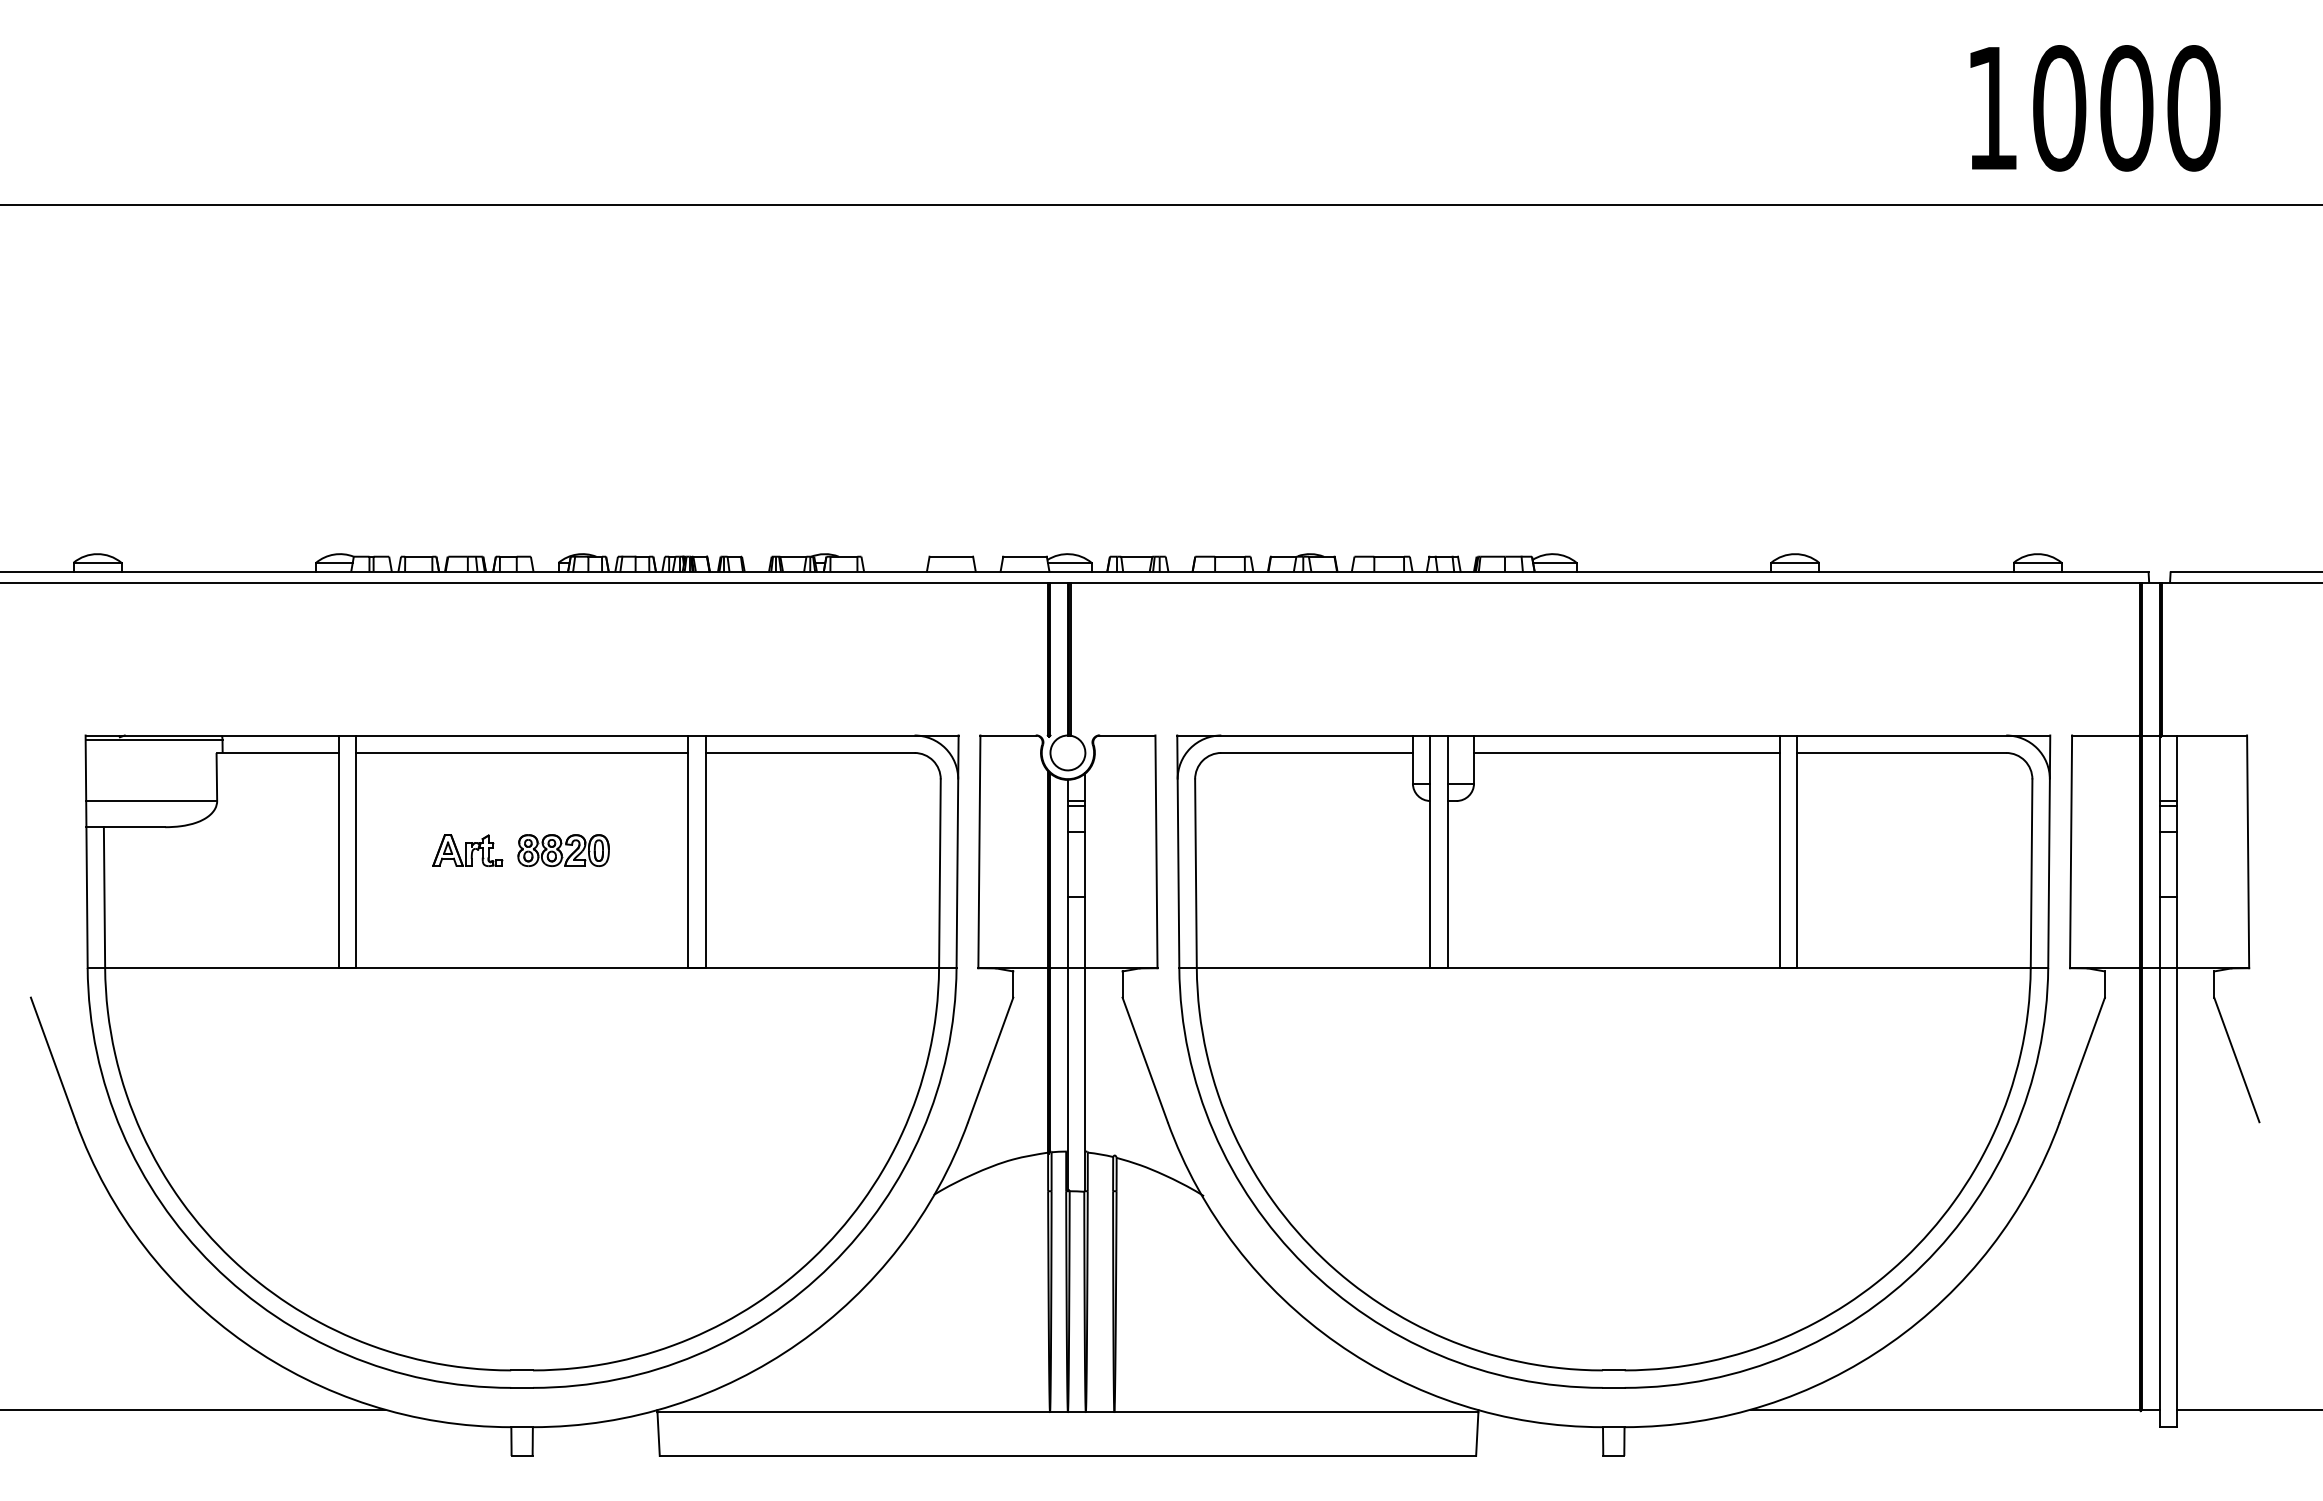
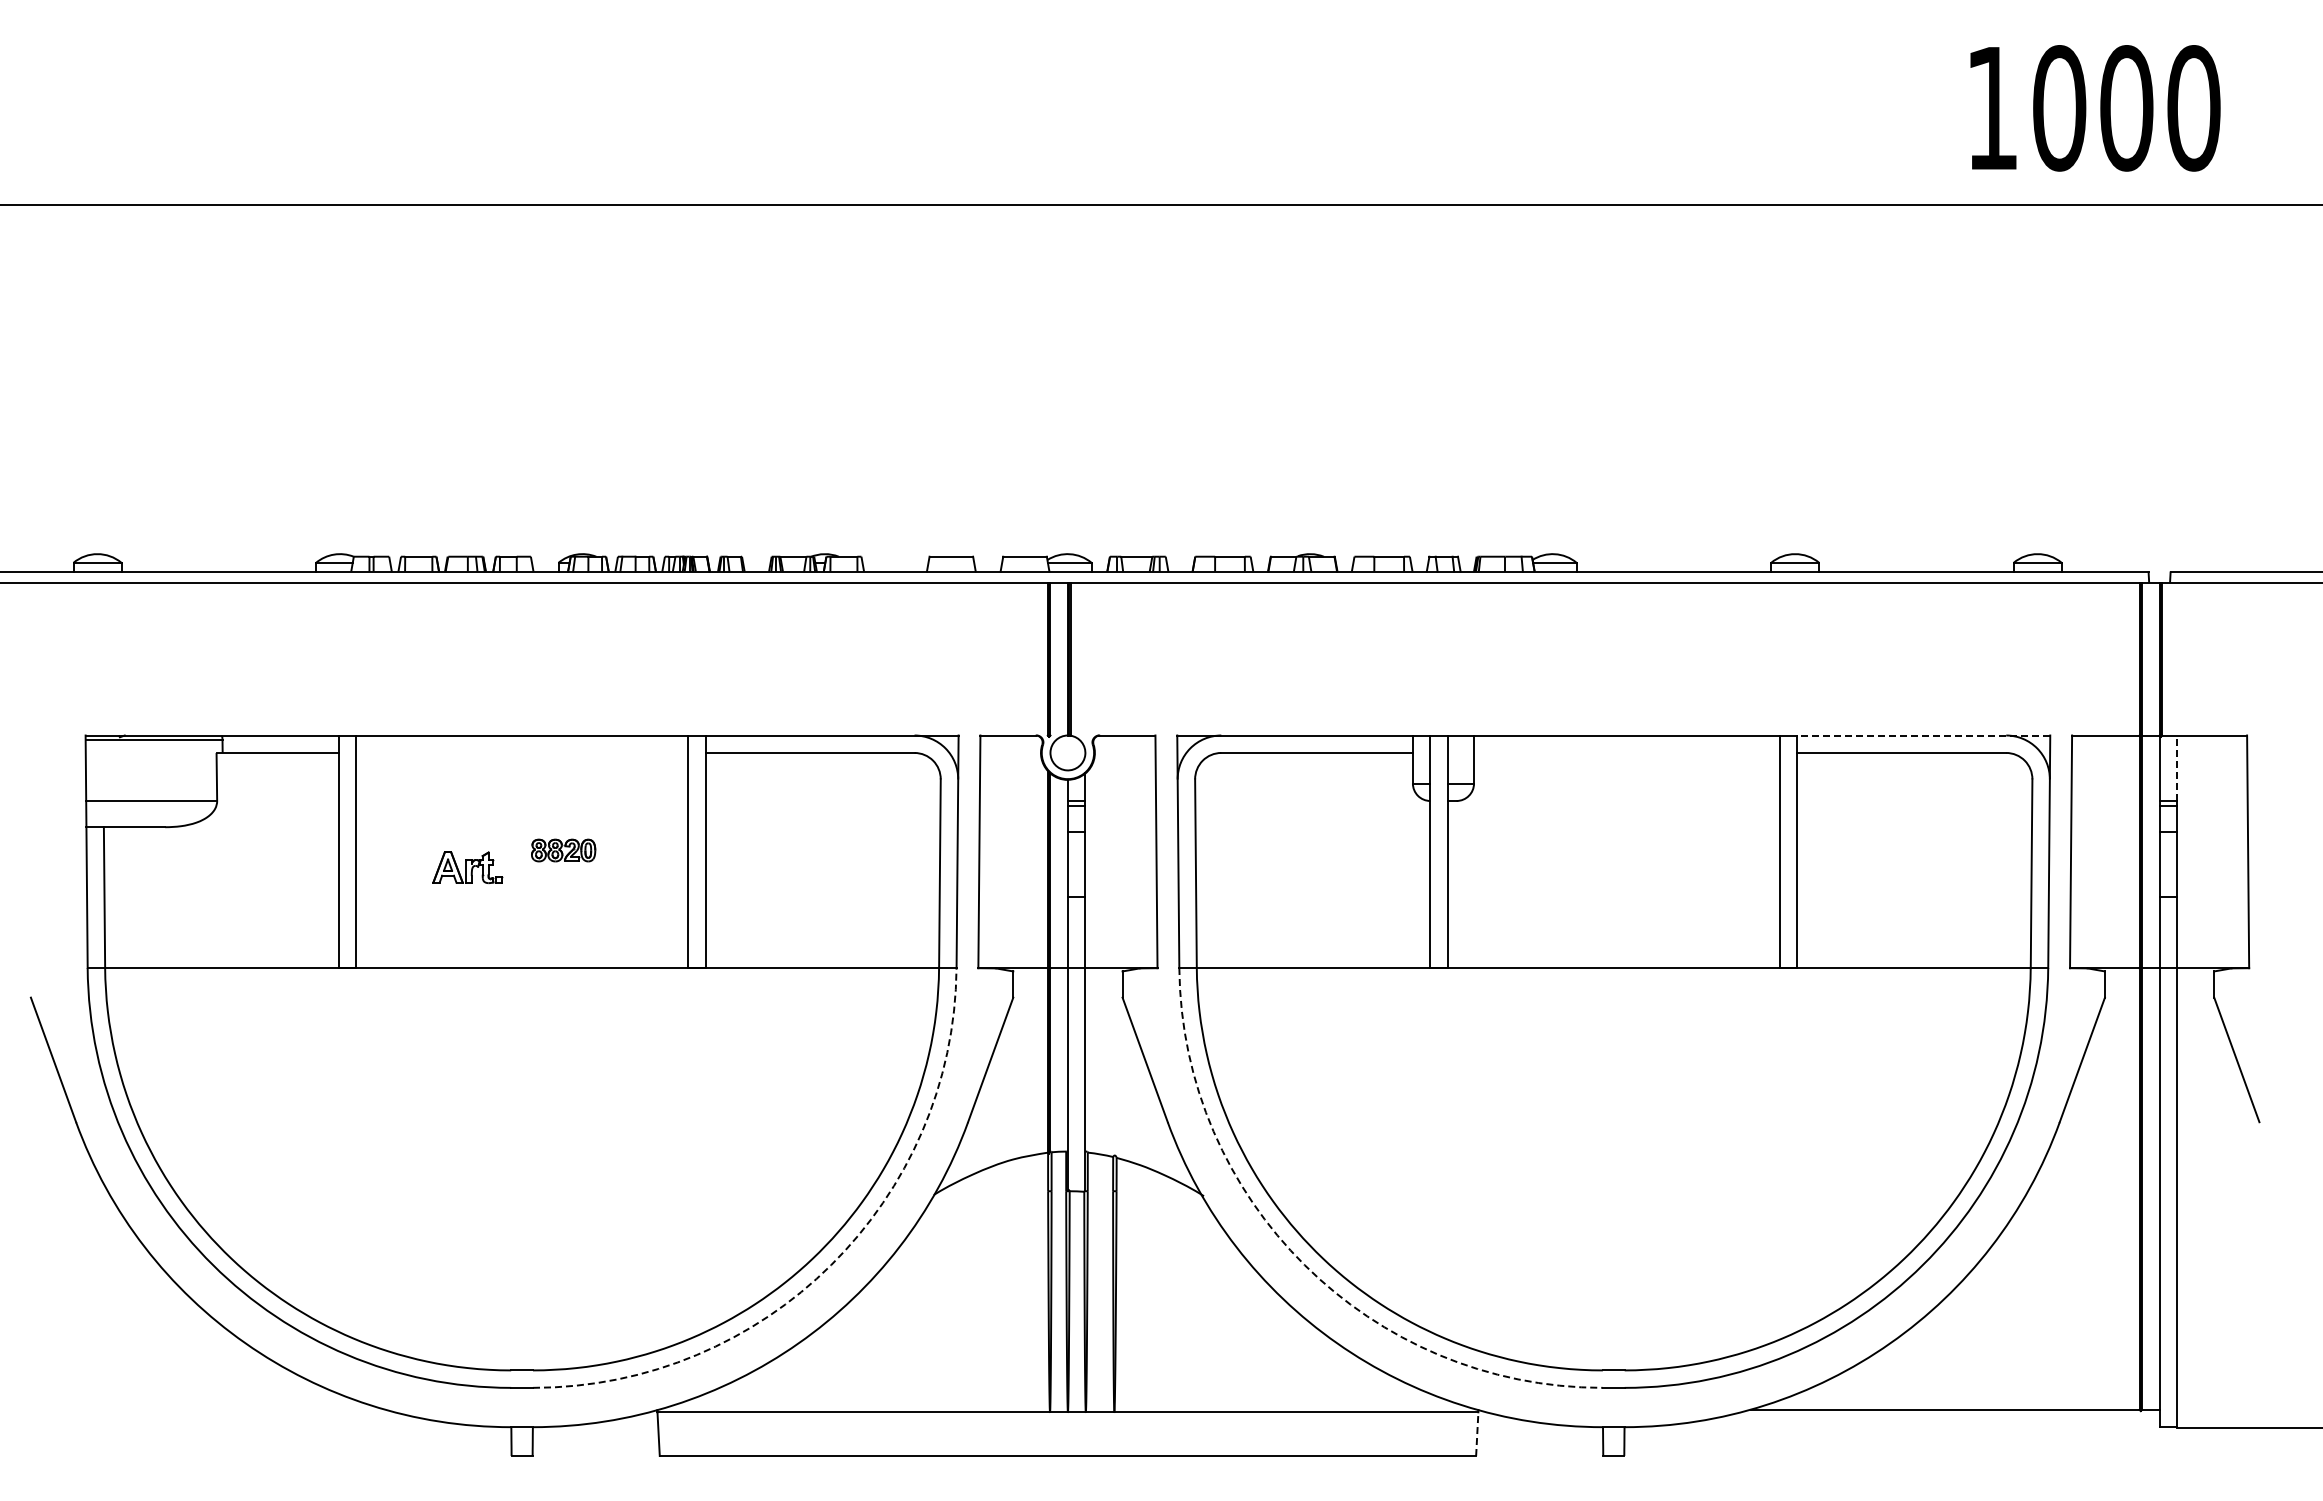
line at (1923, 735): solid -> dashed
line at (522, 752): present -> none
line at (1626, 752): present -> none
line at (2177, 768): solid -> dashed
part at (467, 850) position: (467, 850) -> (467, 867)
part at (563, 850) size: 93x33 px -> 66x25 px
arc at (831, 1265): solid -> dashed
arc at (1304, 1265): solid -> dashed
line at (193, 1409): present -> none
line at (2248, 1409) position: (2248, 1409) -> (2248, 1427)
line at (1477, 1434): solid -> dashed
